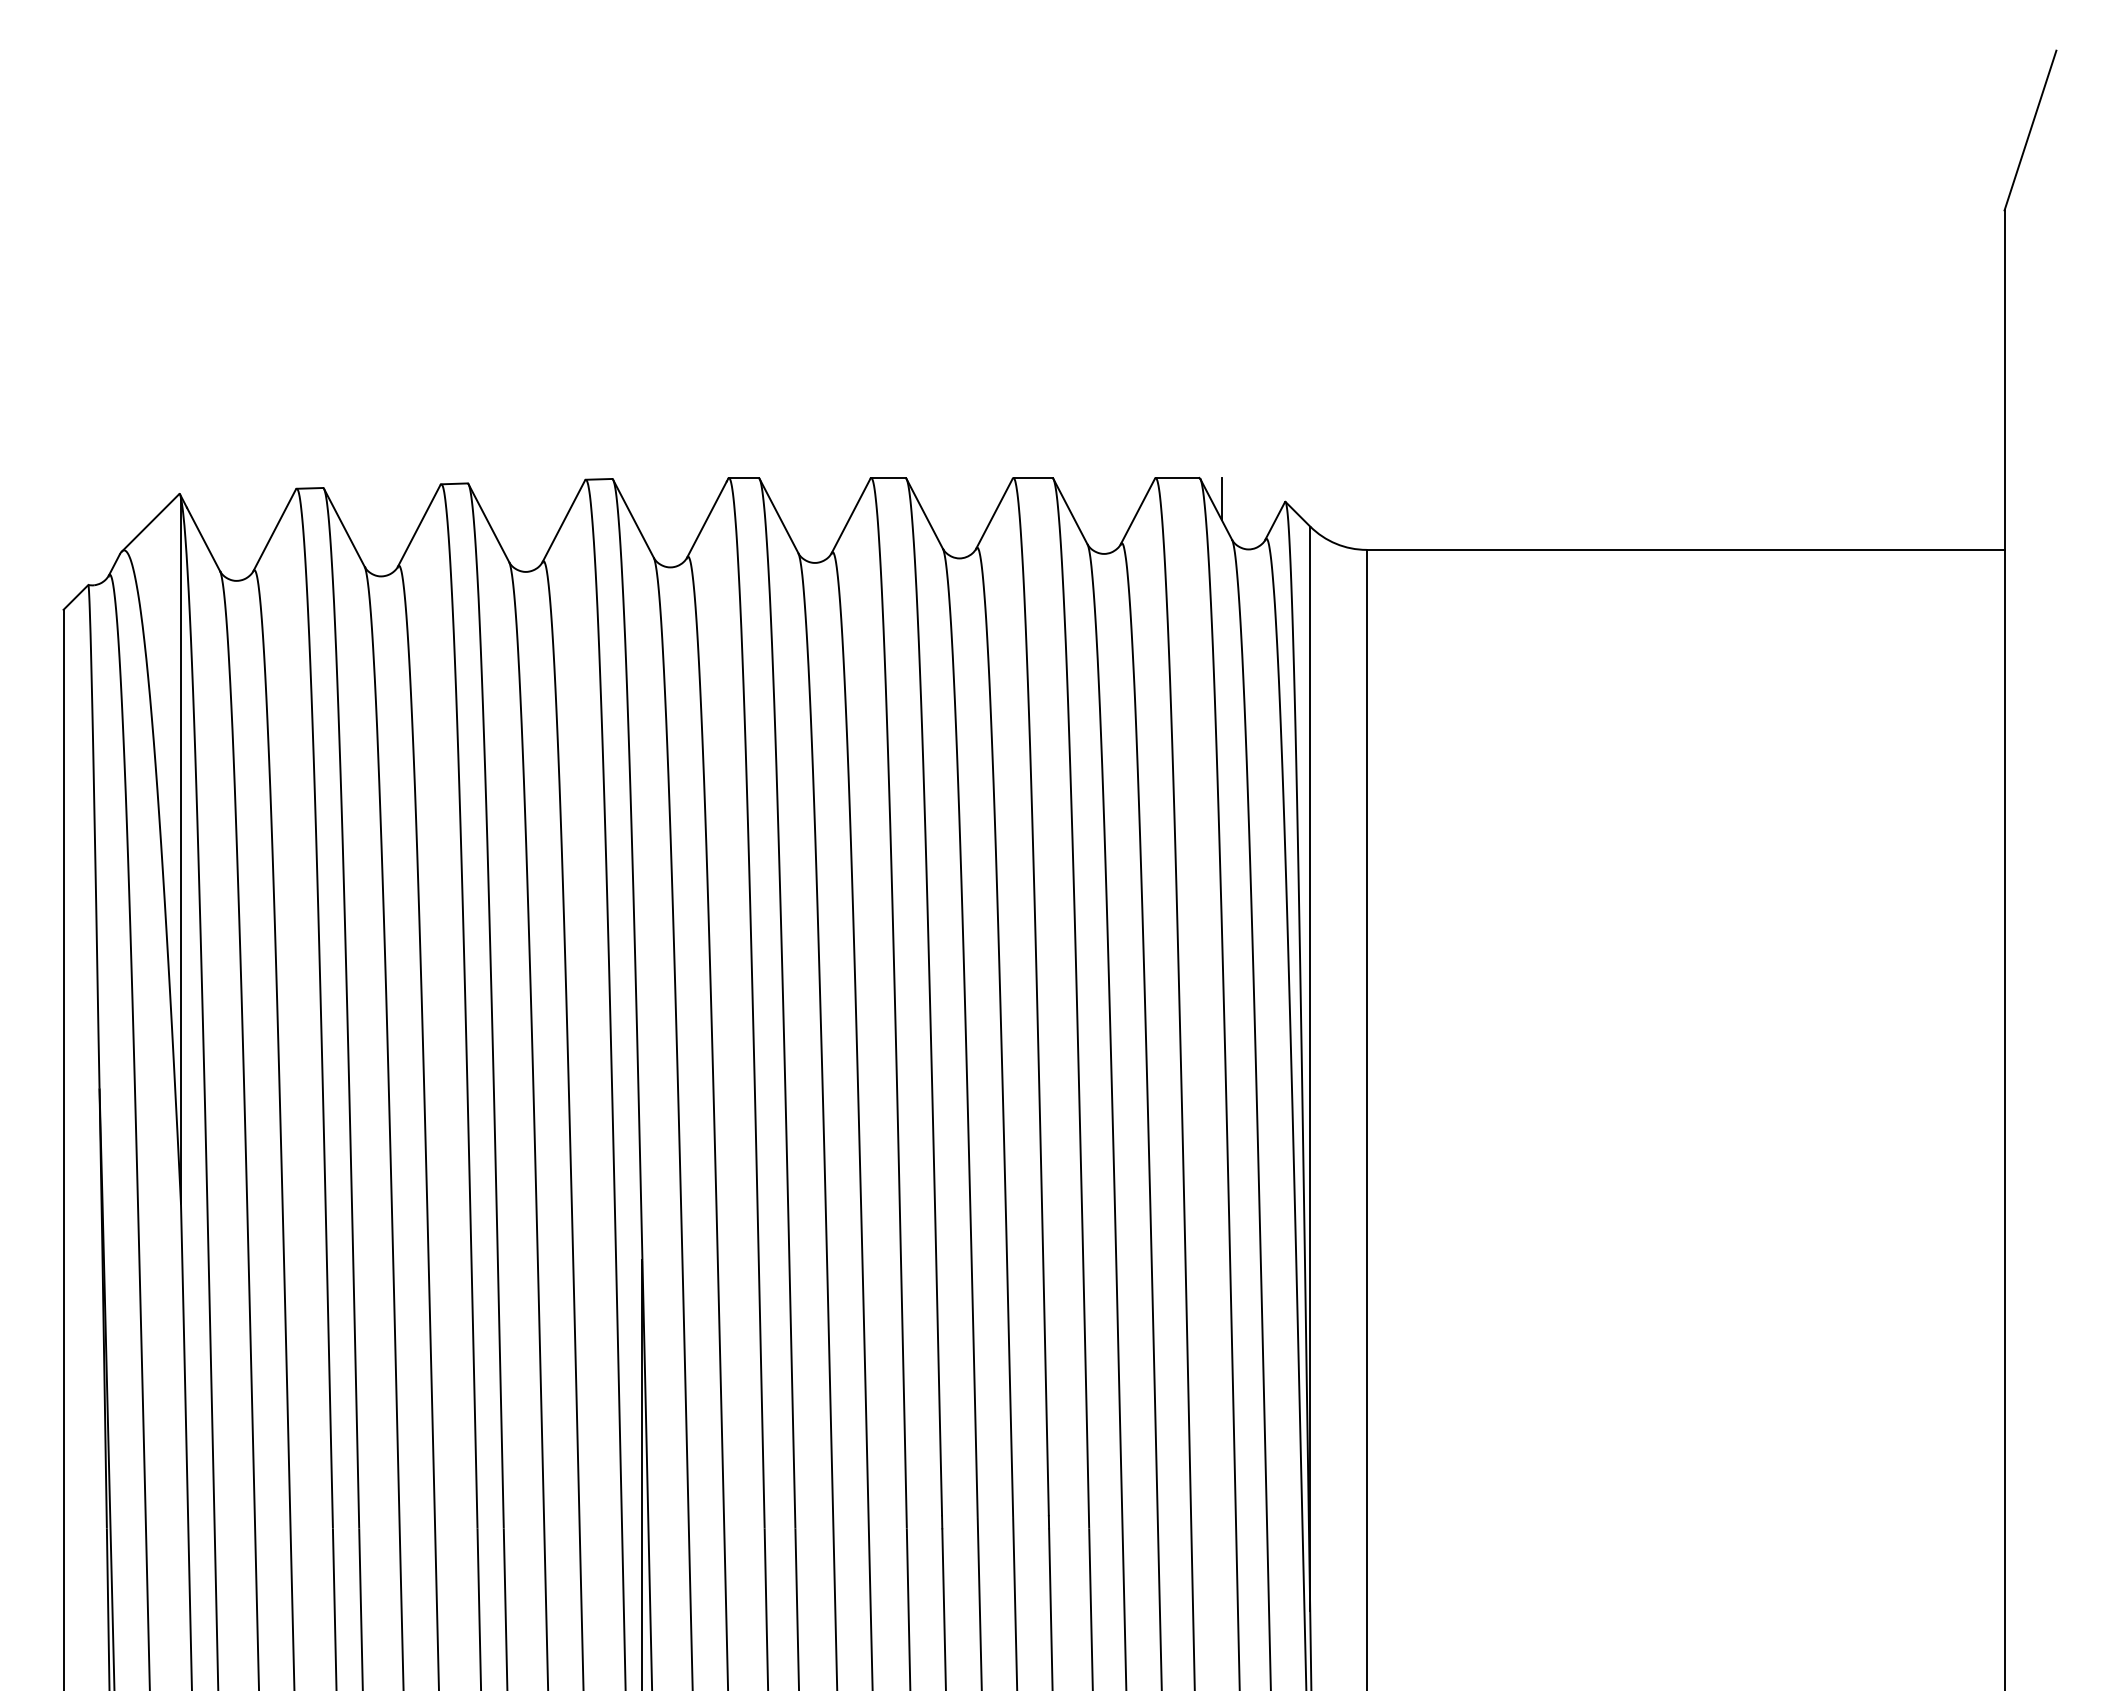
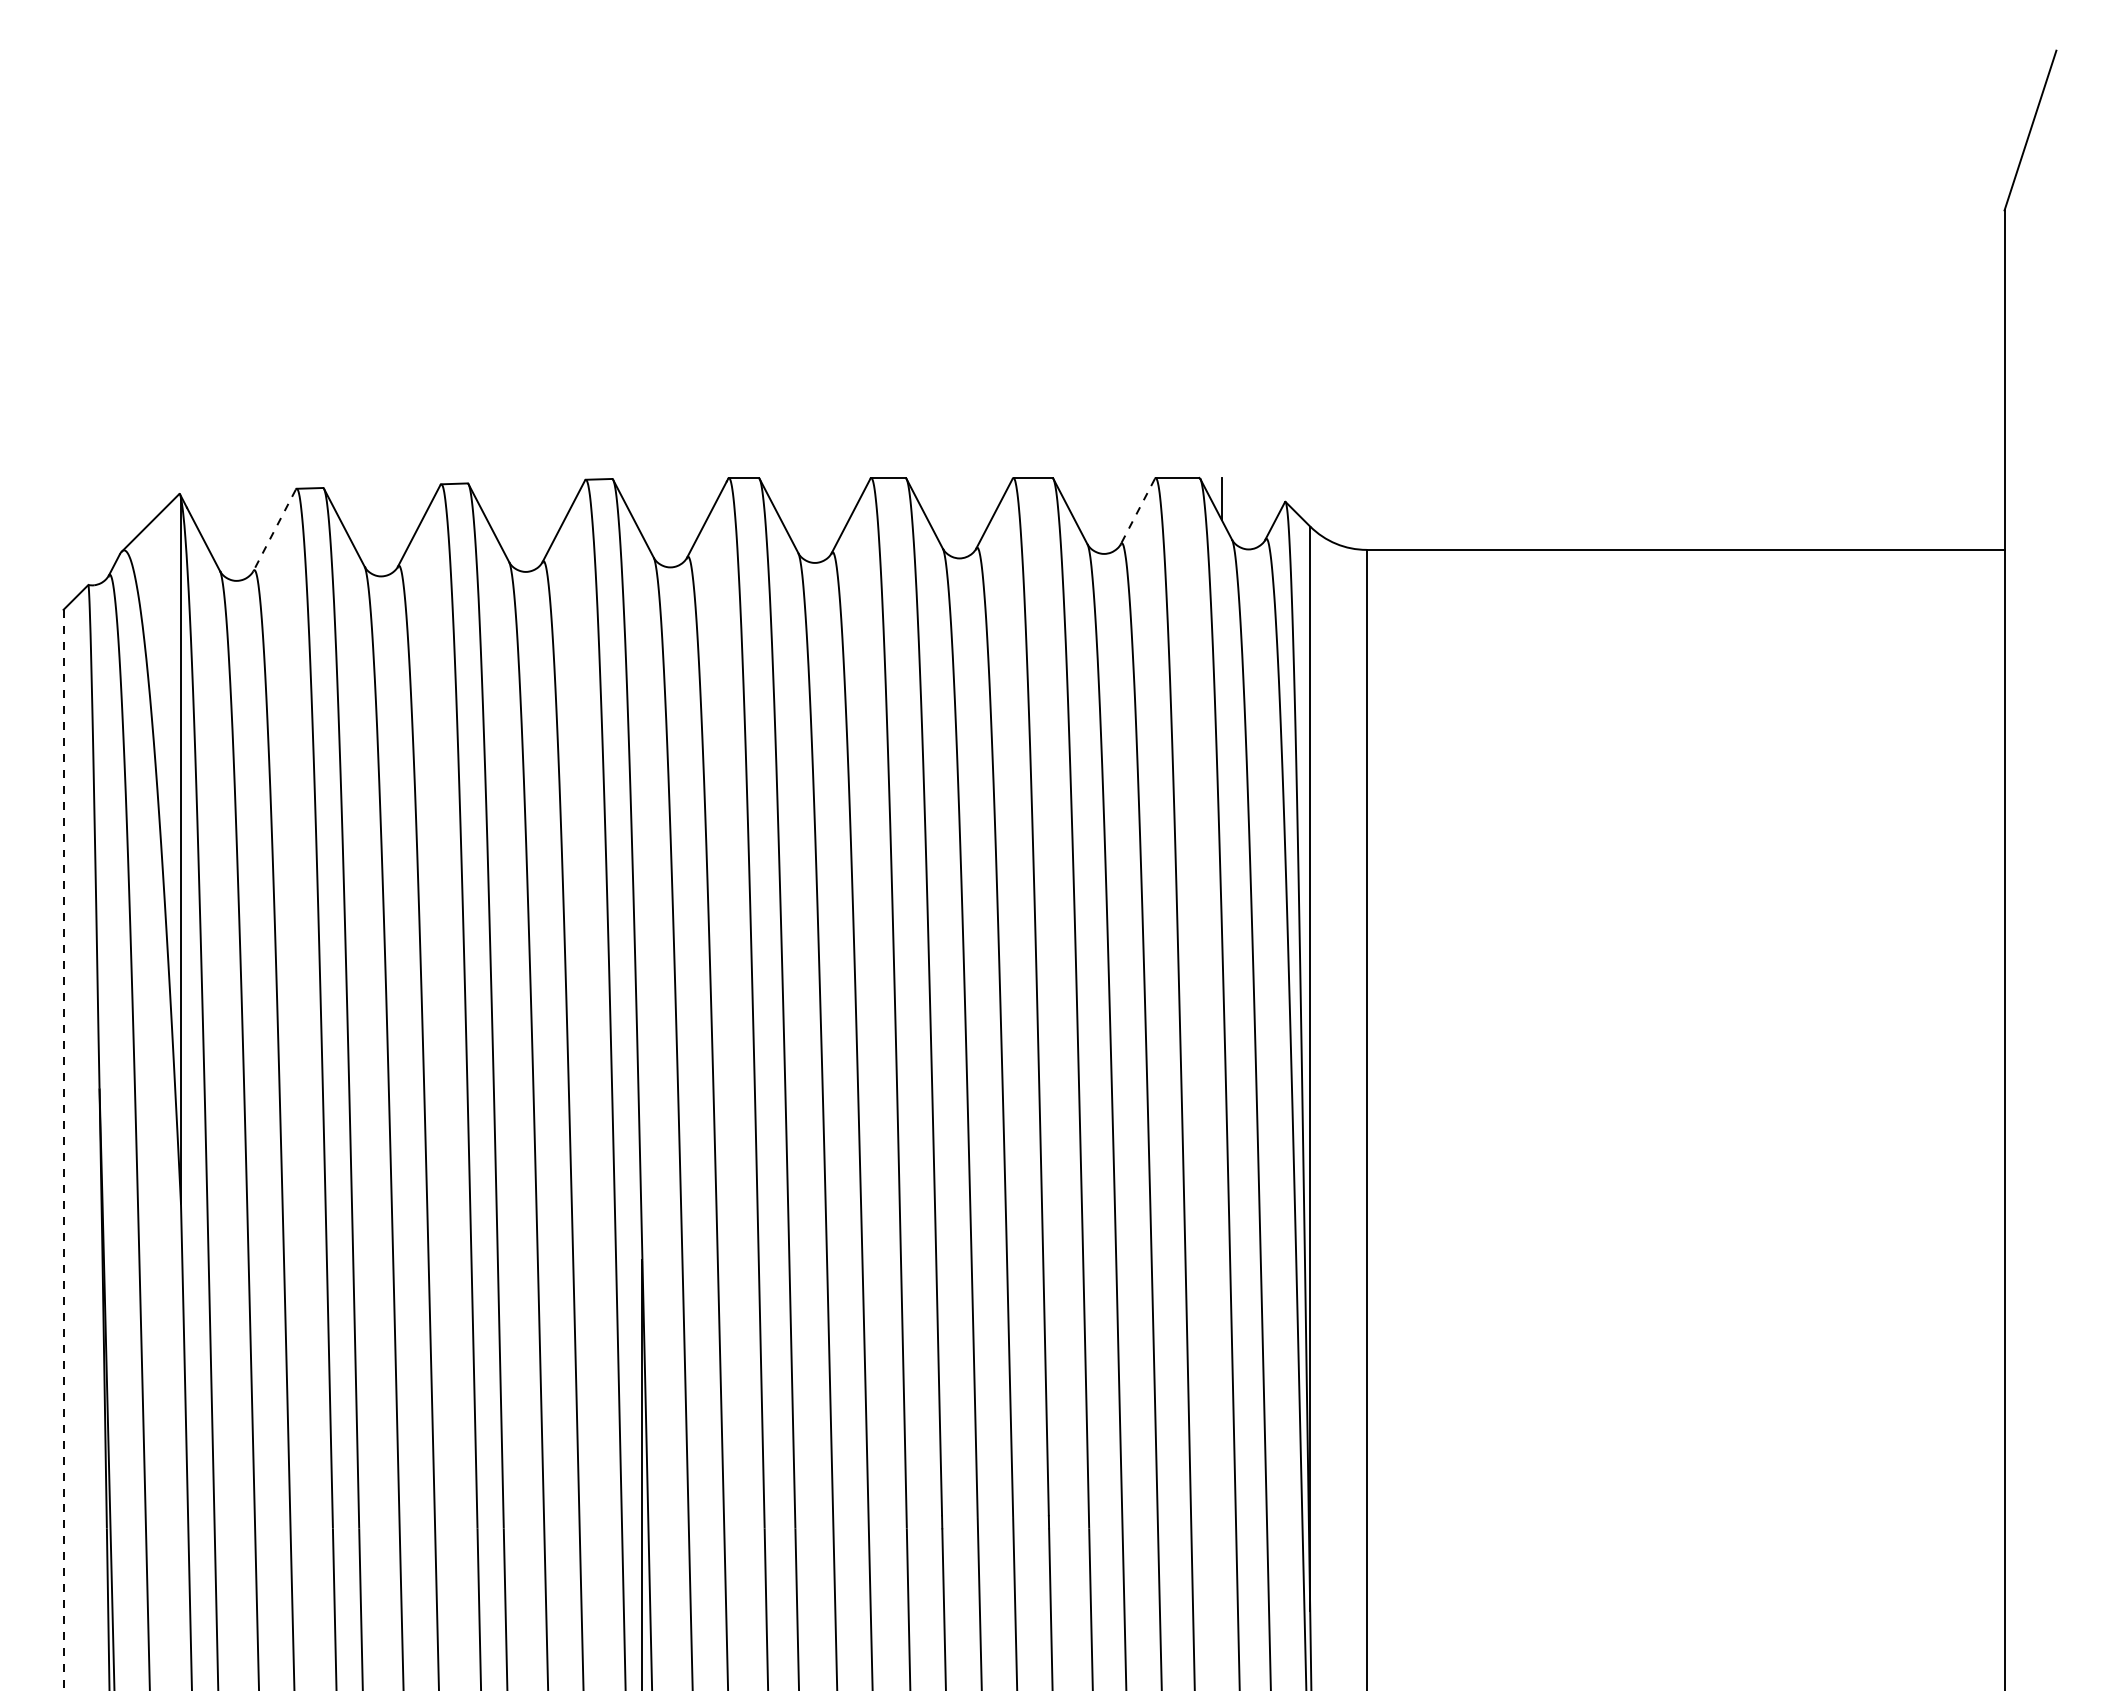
line at (1137, 511): solid -> dashed
line at (274, 530): solid -> dashed
line at (63, 1150): solid -> dashed
